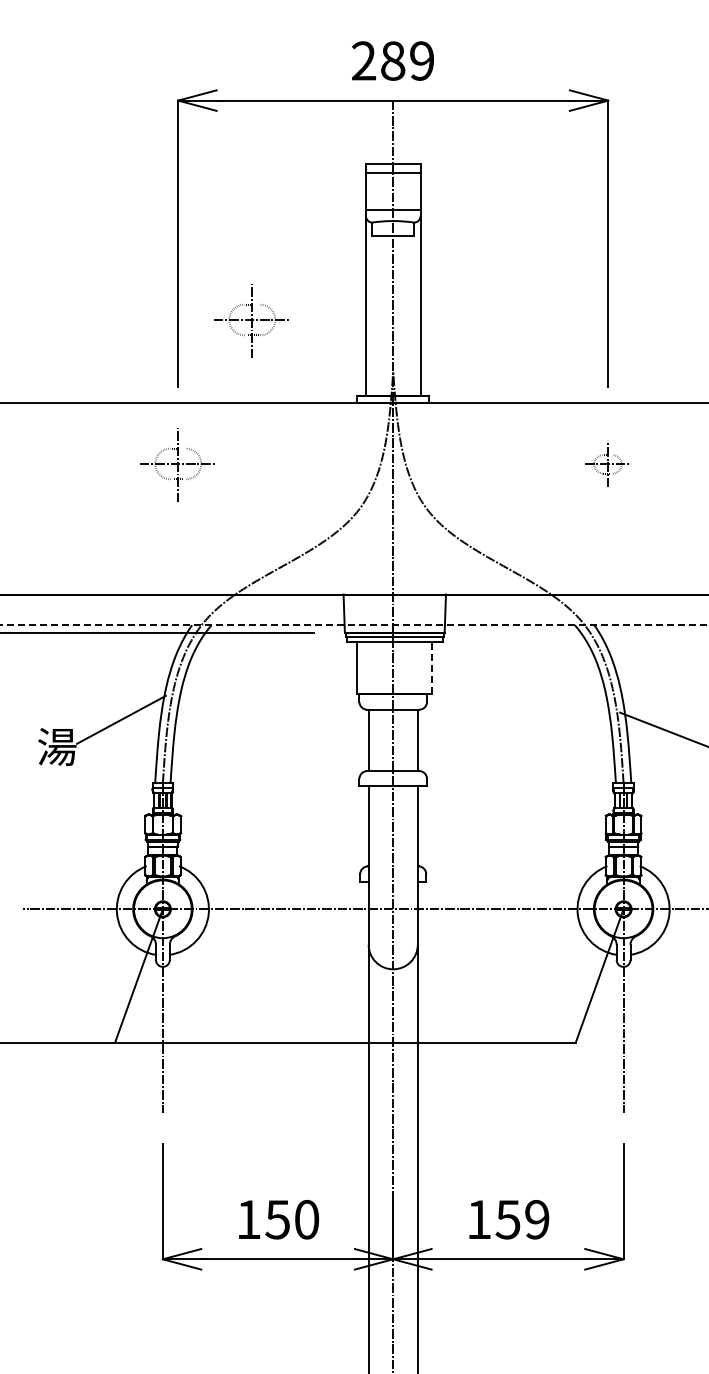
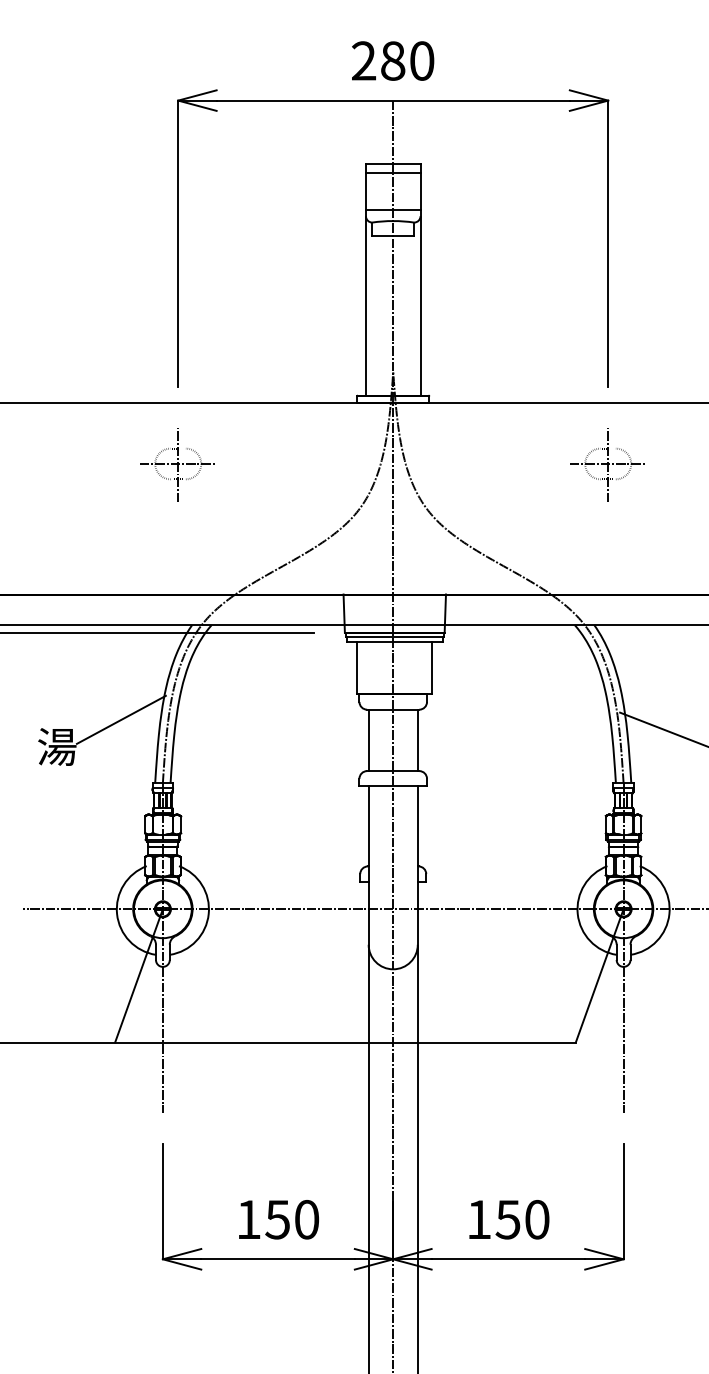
text at (422, 60): 289 -> 280
part at (251, 320): present -> none
part at (606, 464) size: 44x44 px -> 75x74 px
line at (354, 625): dashed -> solid
line at (432, 667): dashed -> solid
text at (537, 1219): 159 -> 150
